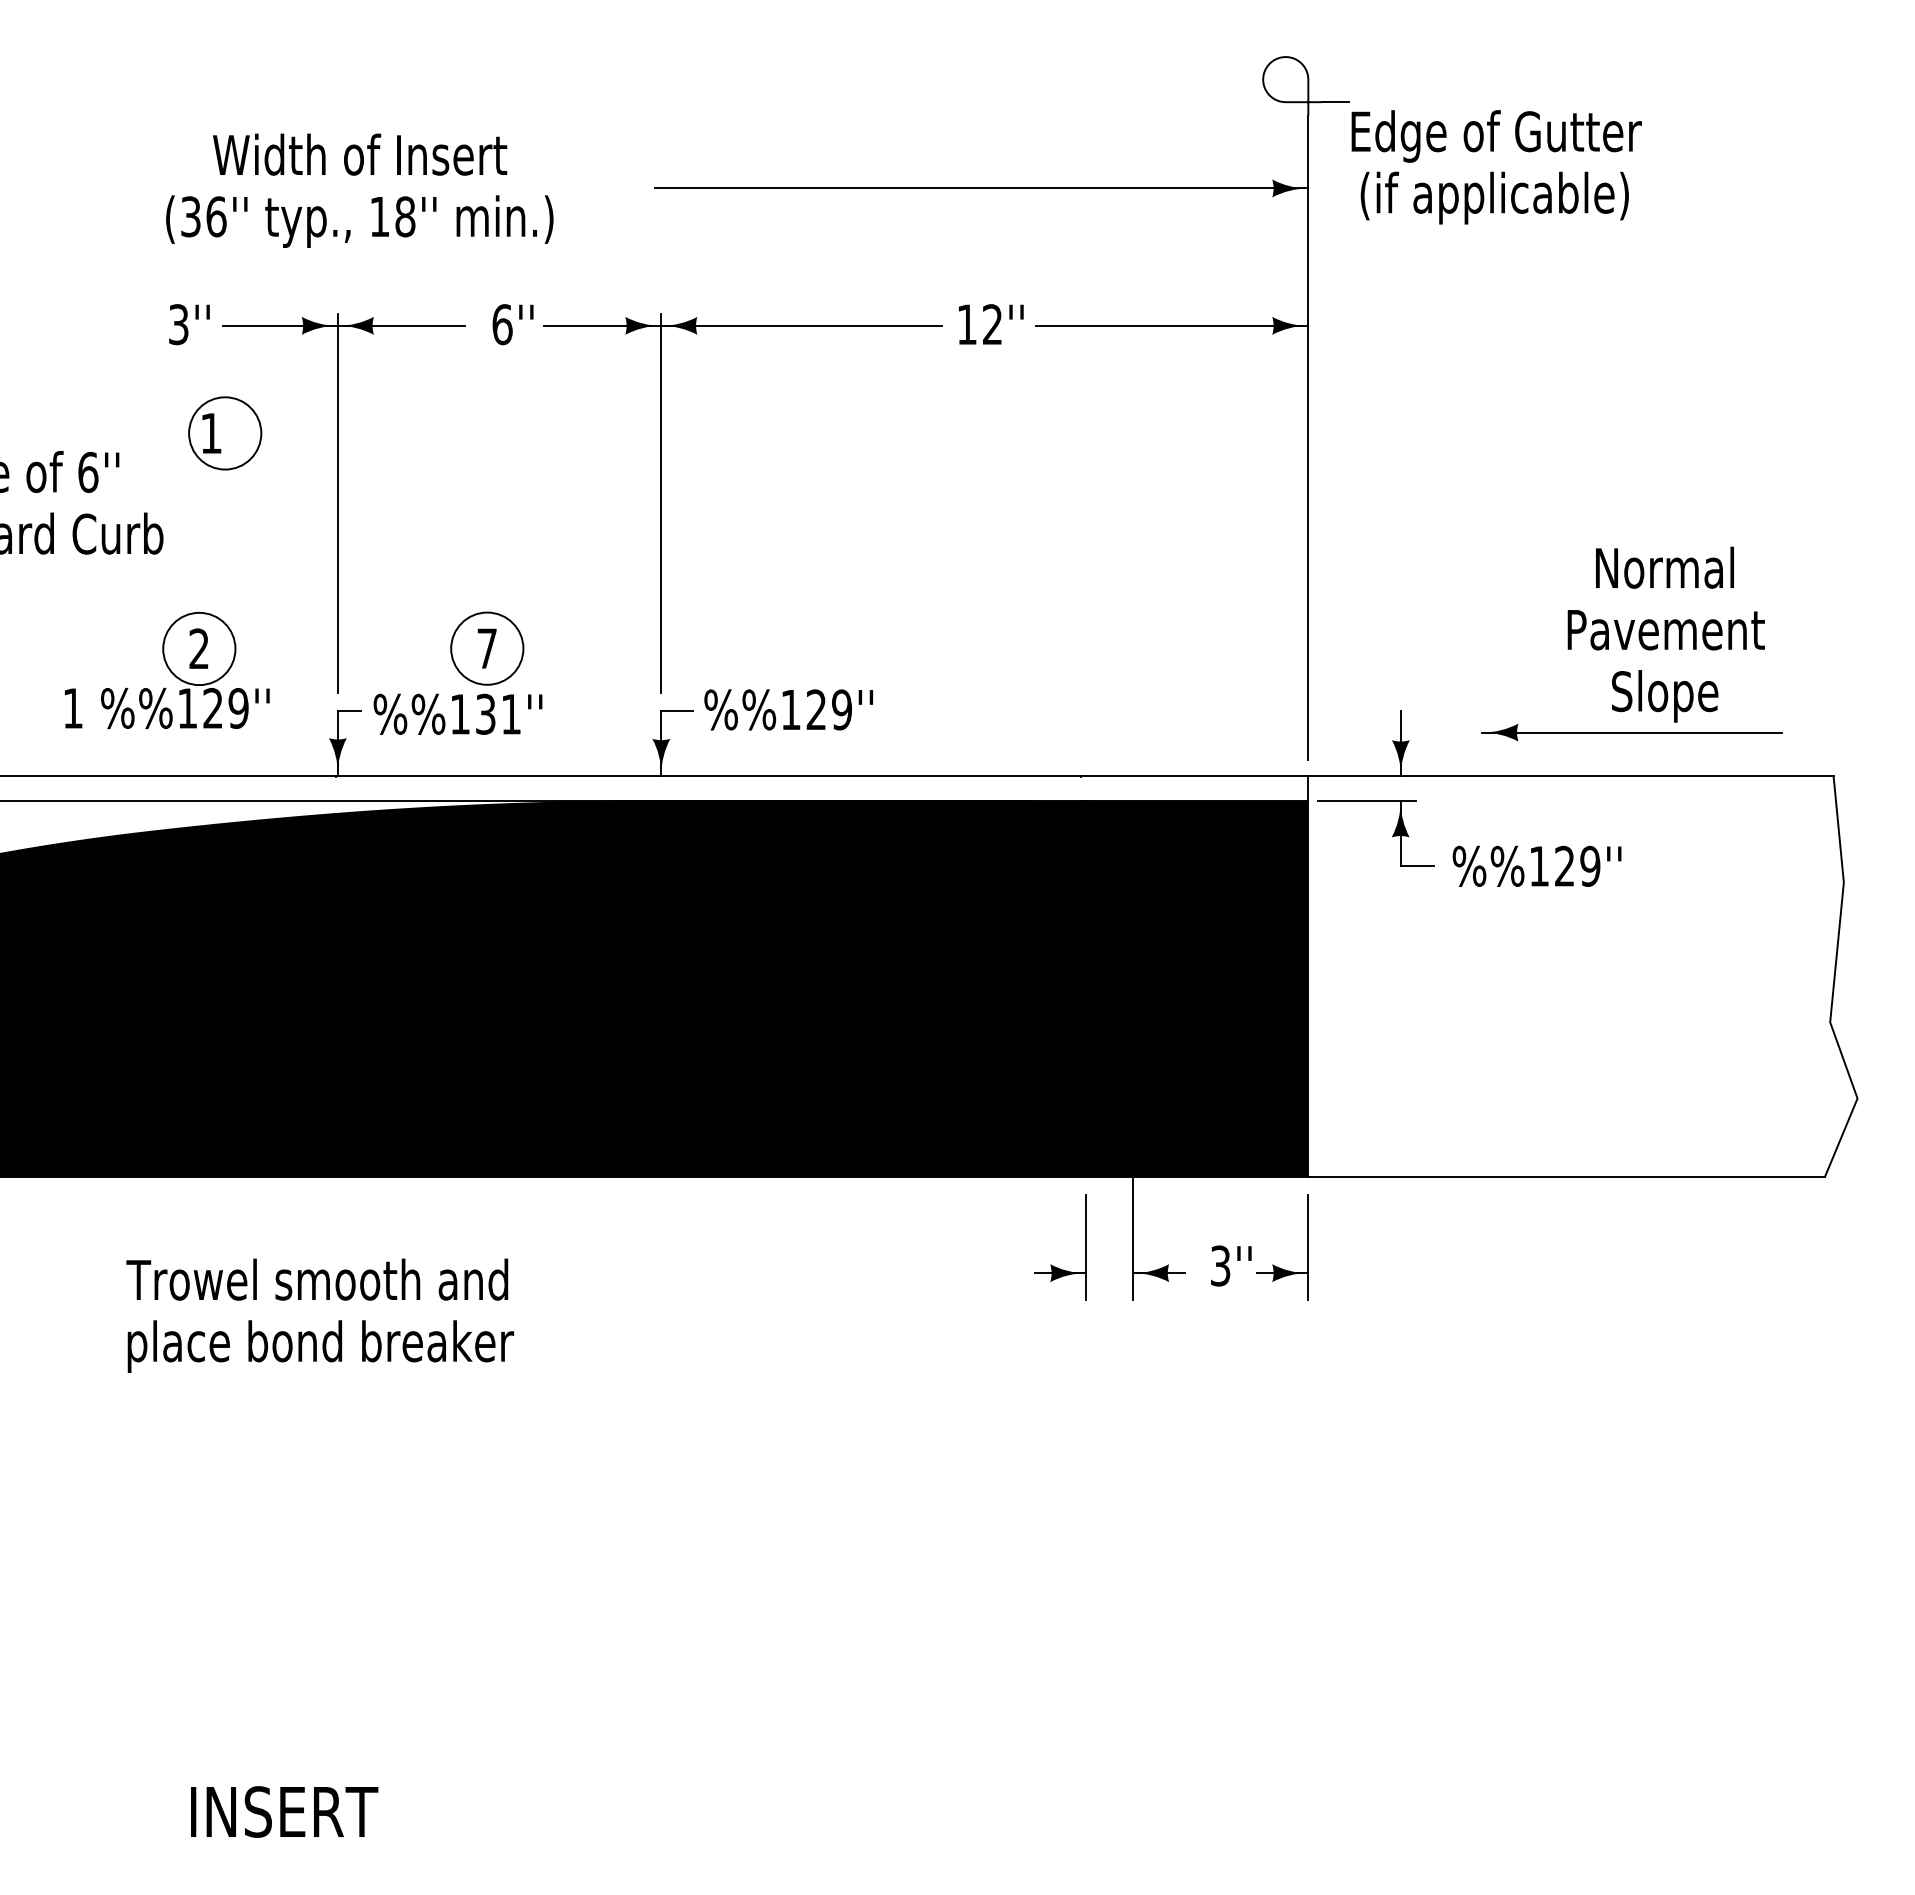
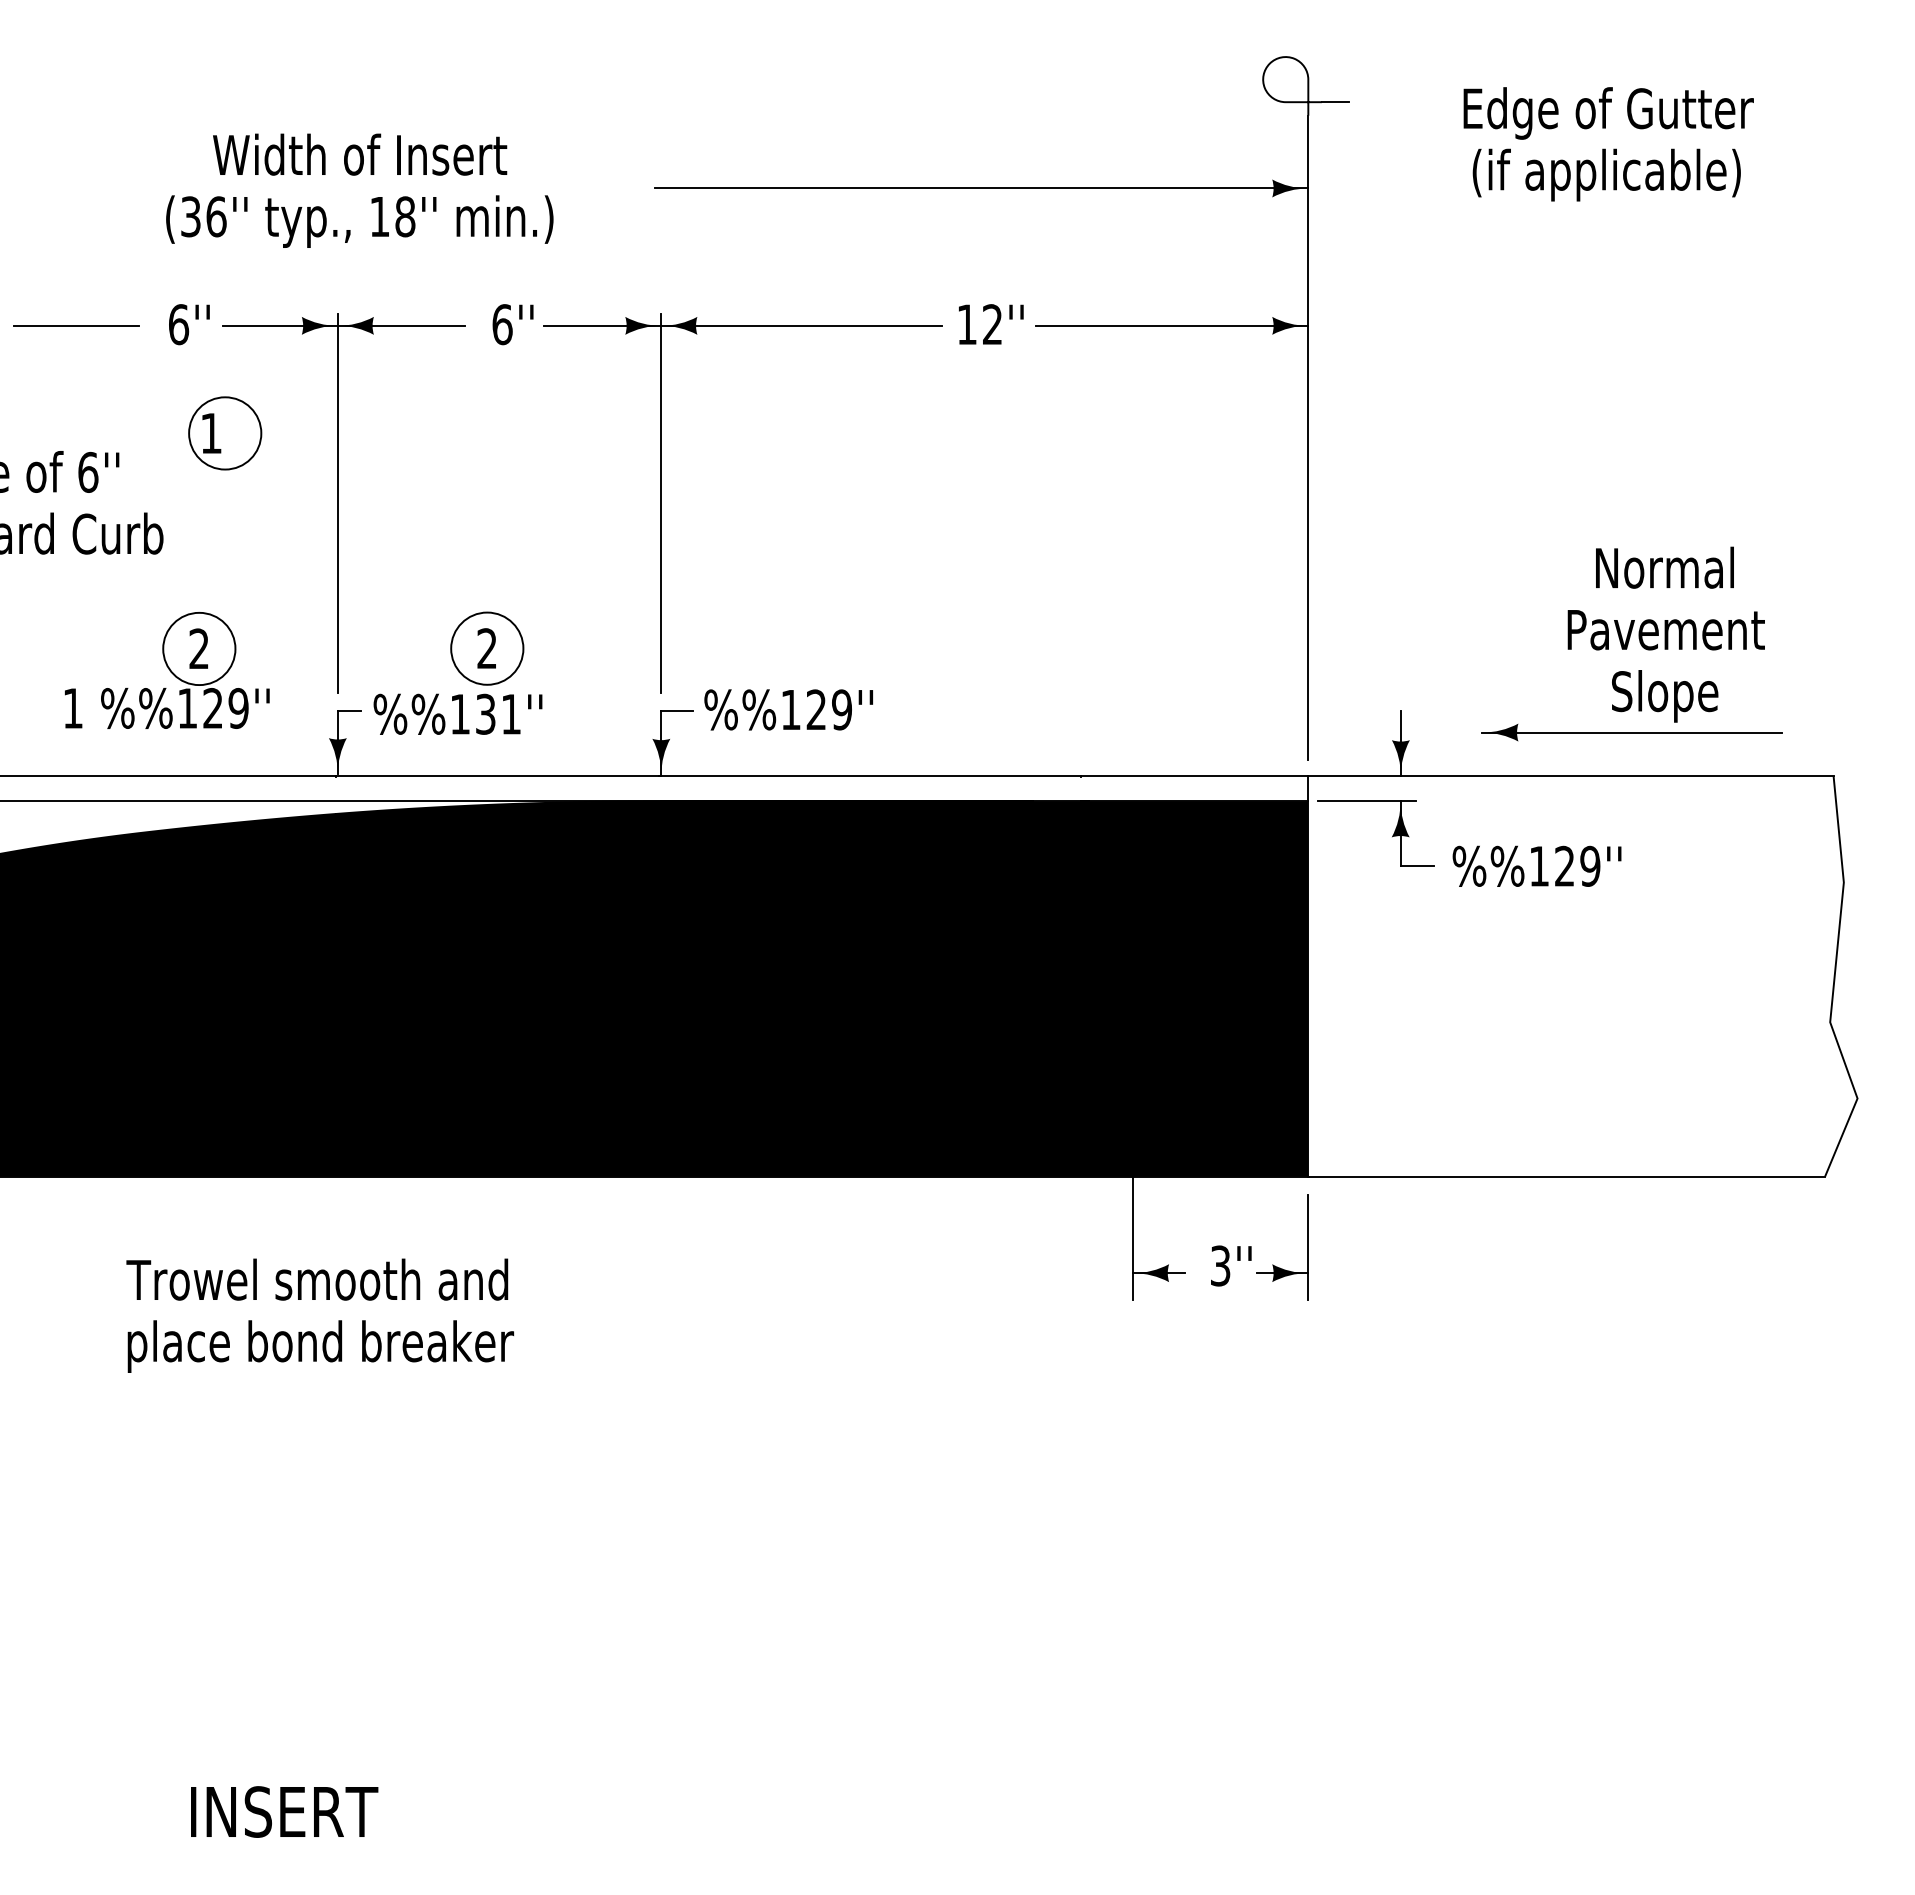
text at (1496, 167) position: (1496, 167) -> (1608, 144)
text at (179, 324): 3'' -> 6''
line at (76, 325): none -> present
text at (486, 648): 7 -> 2
part at (1051, 1264): present -> none
